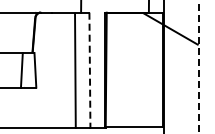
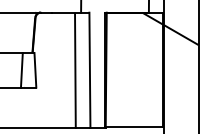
line at (198, 66): dashed -> solid
line at (89, 70): dashed -> solid
